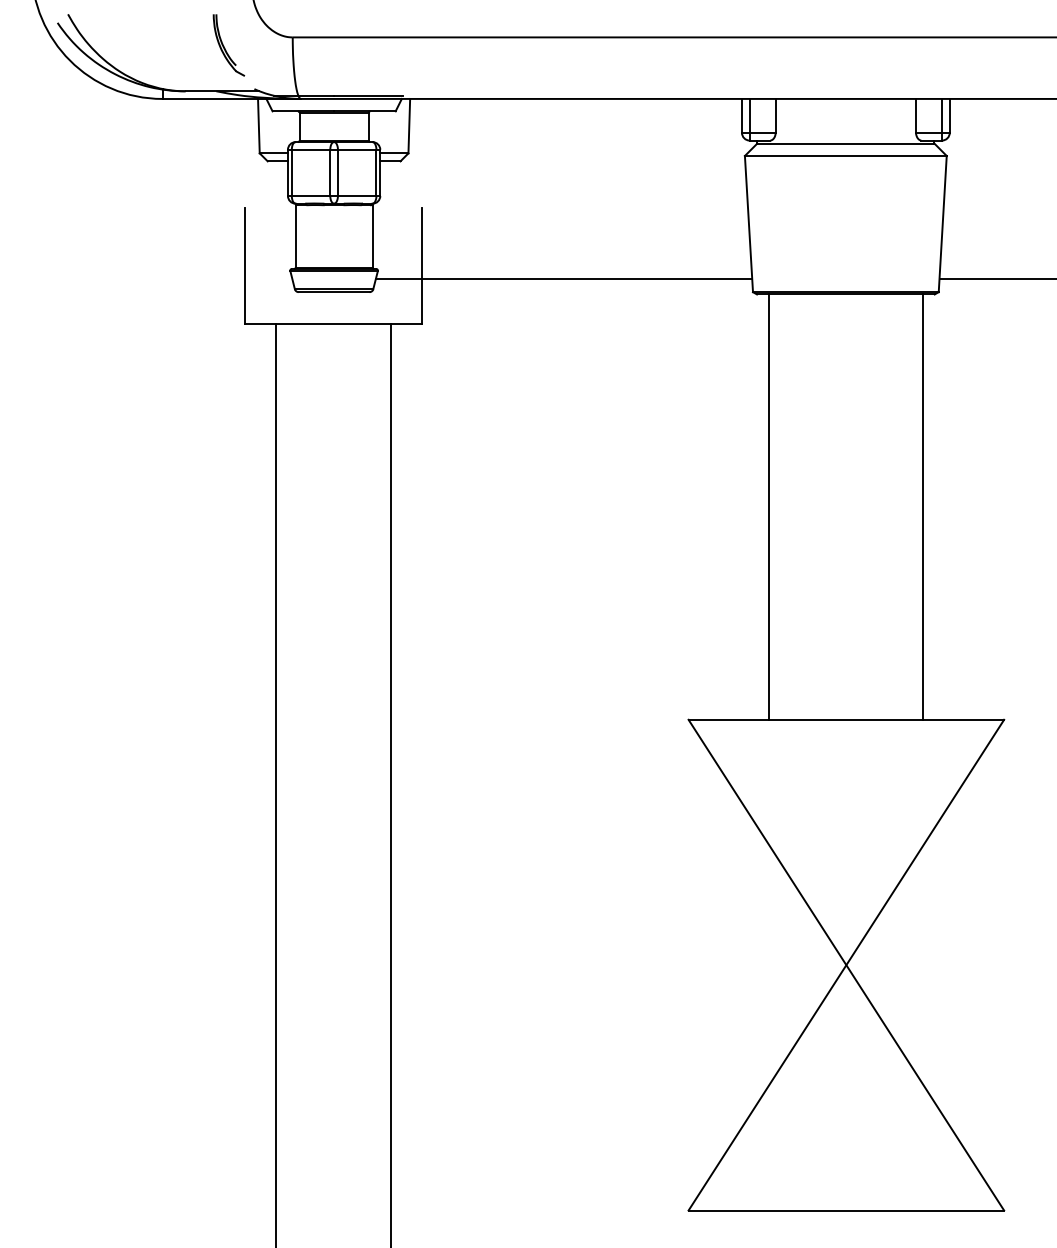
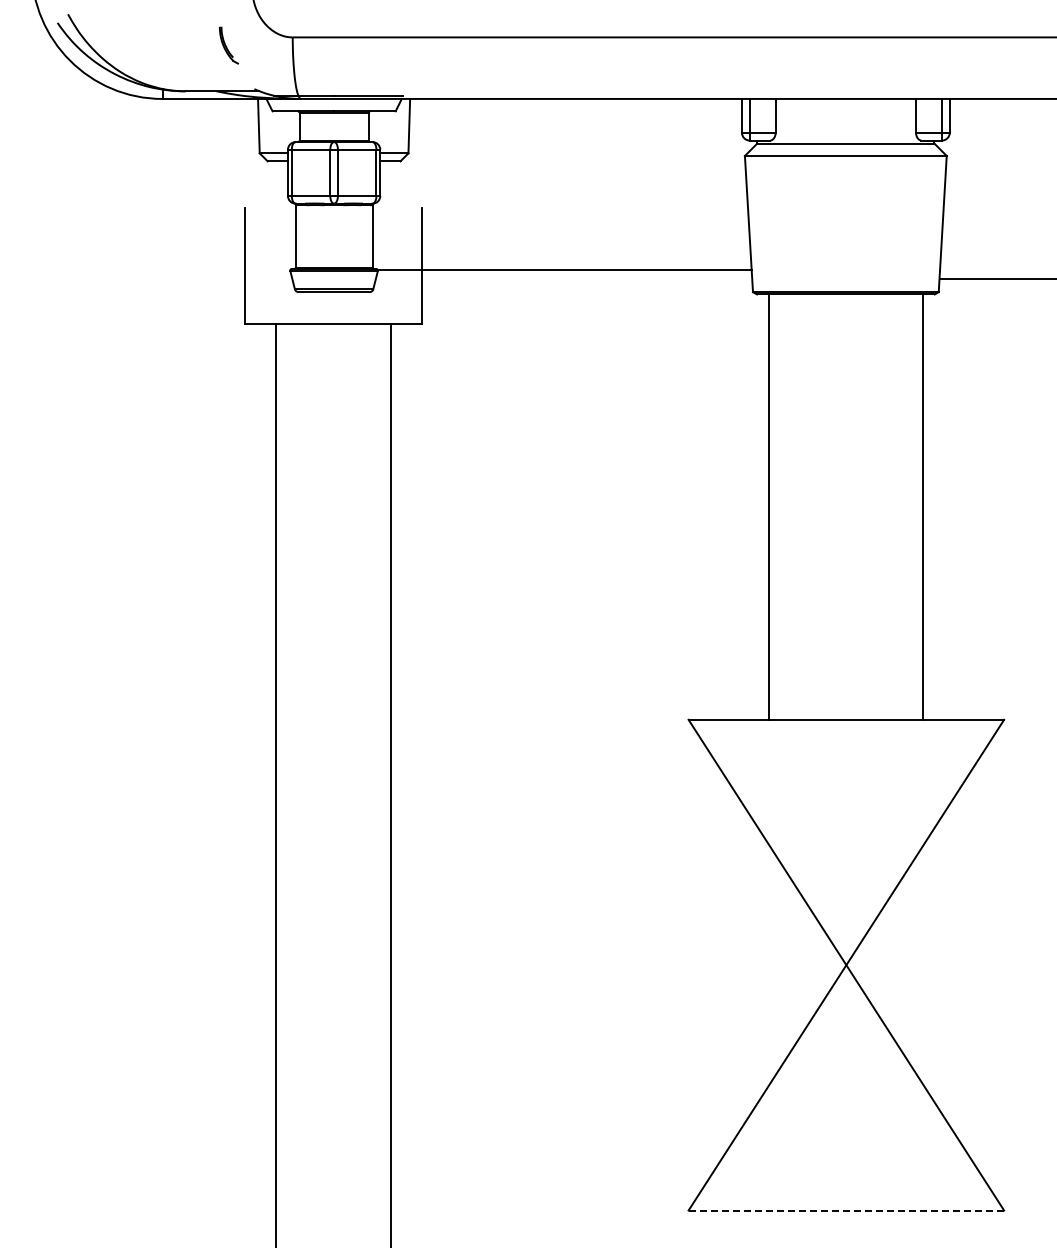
part at (228, 45) size: 34x63 px -> 21x39 px
line at (563, 279) position: (563, 279) -> (563, 270)
line at (846, 1210): solid -> dashed
